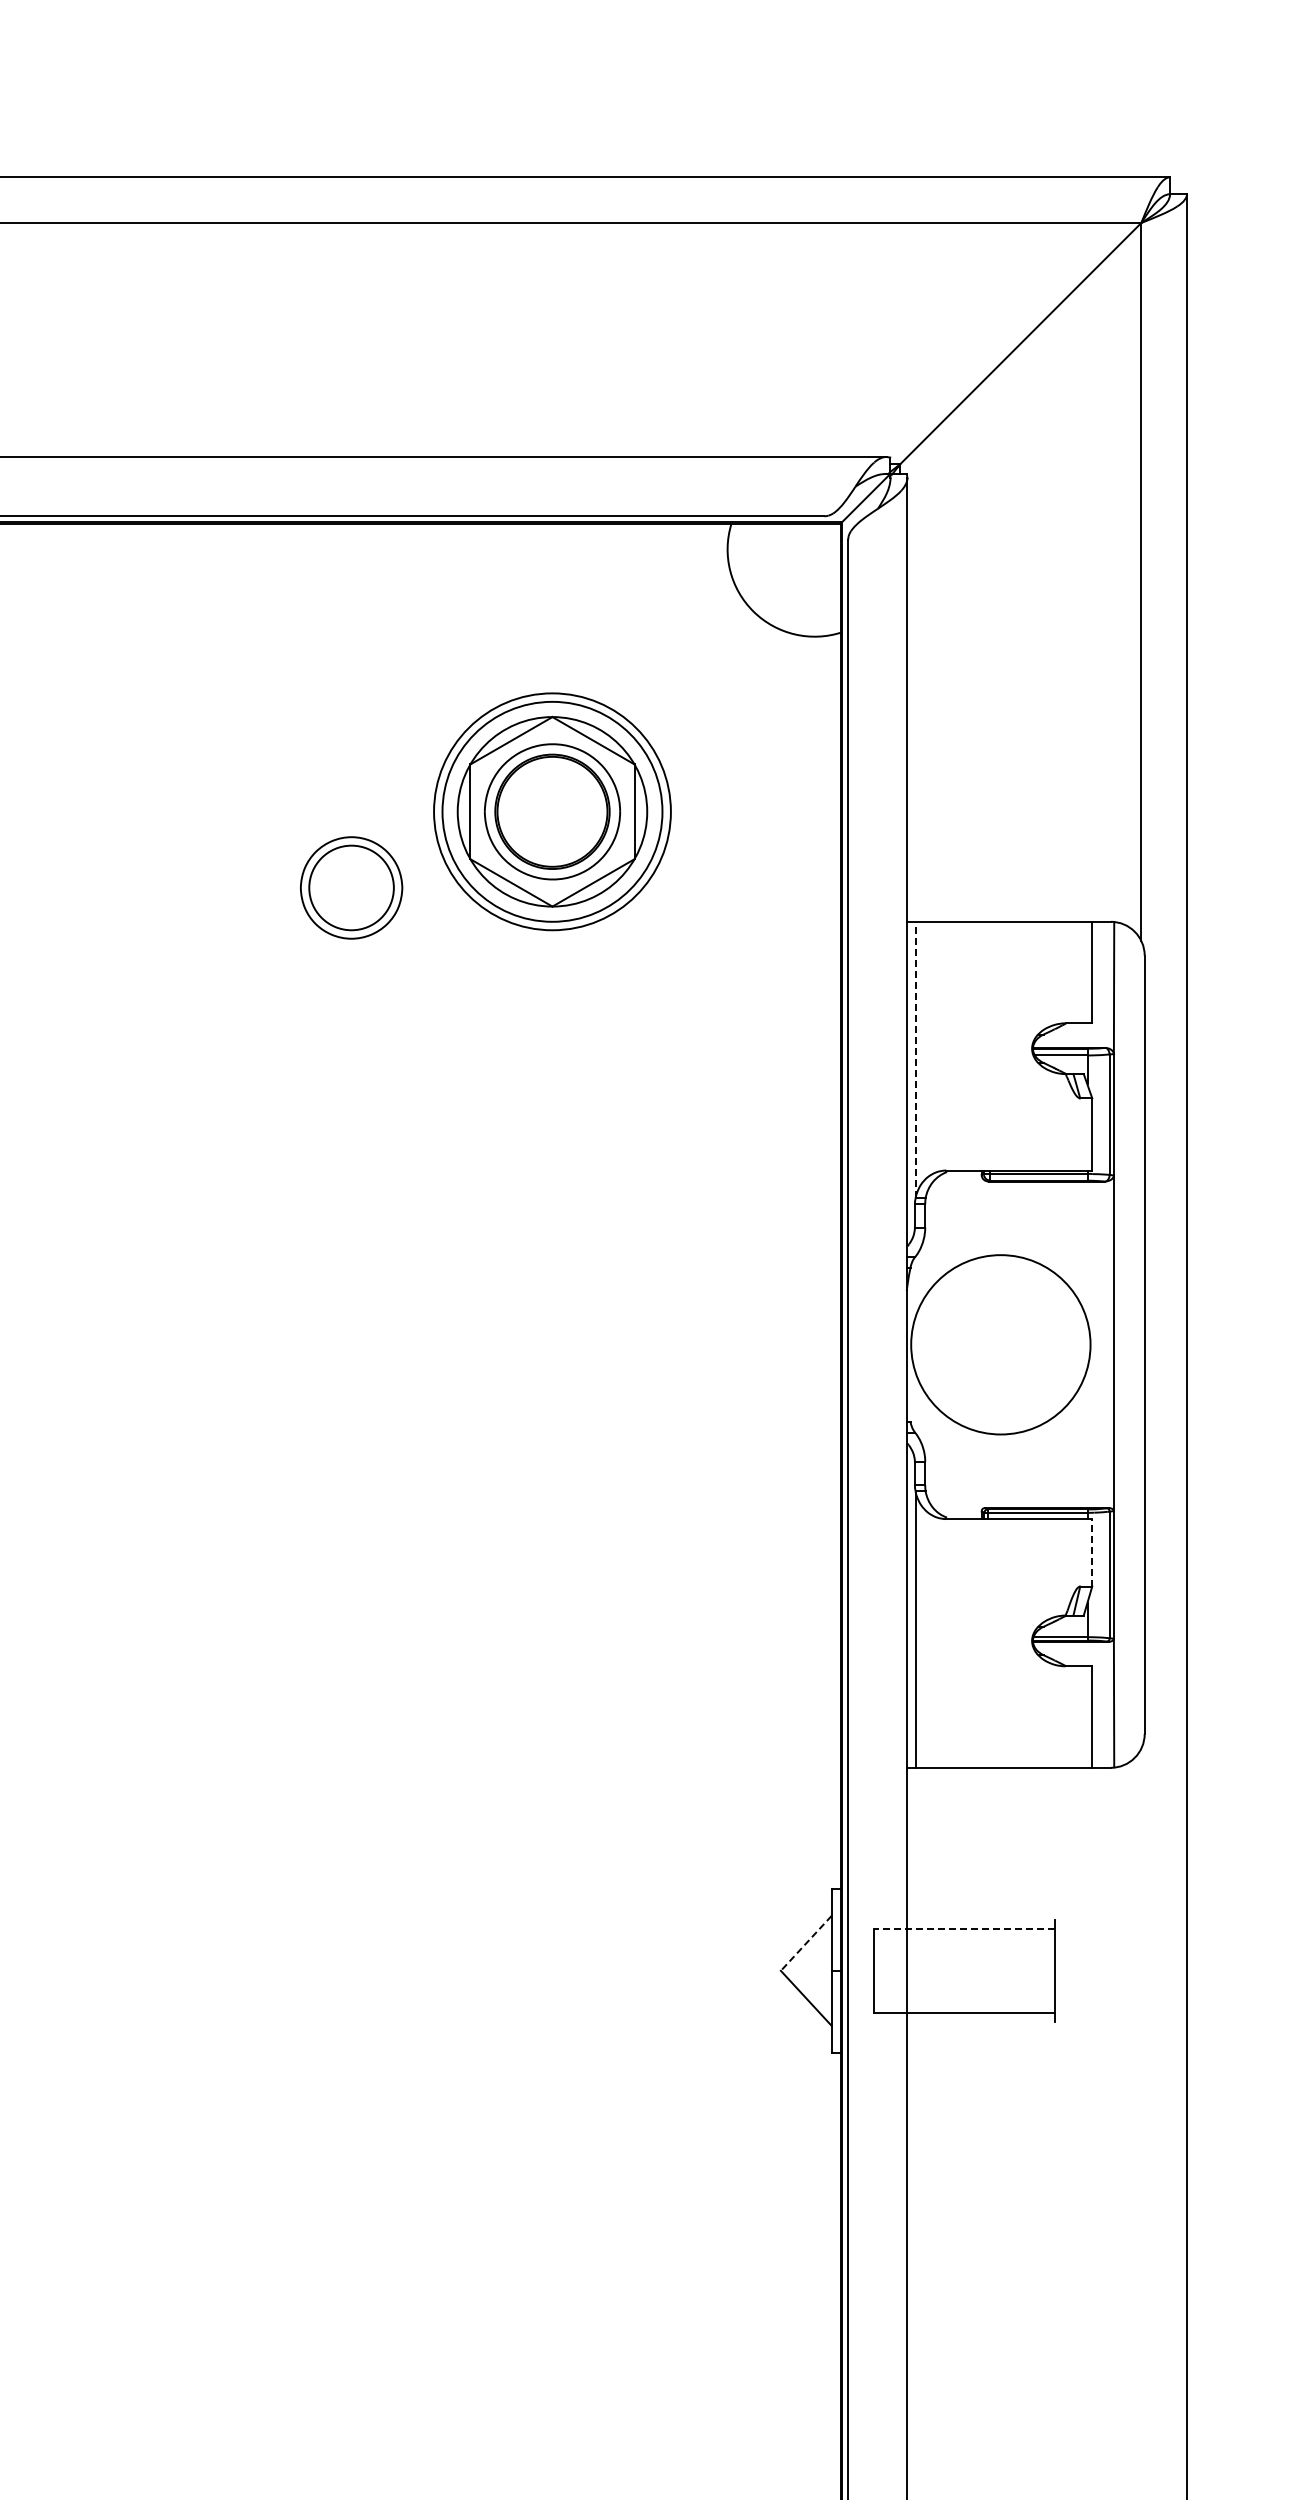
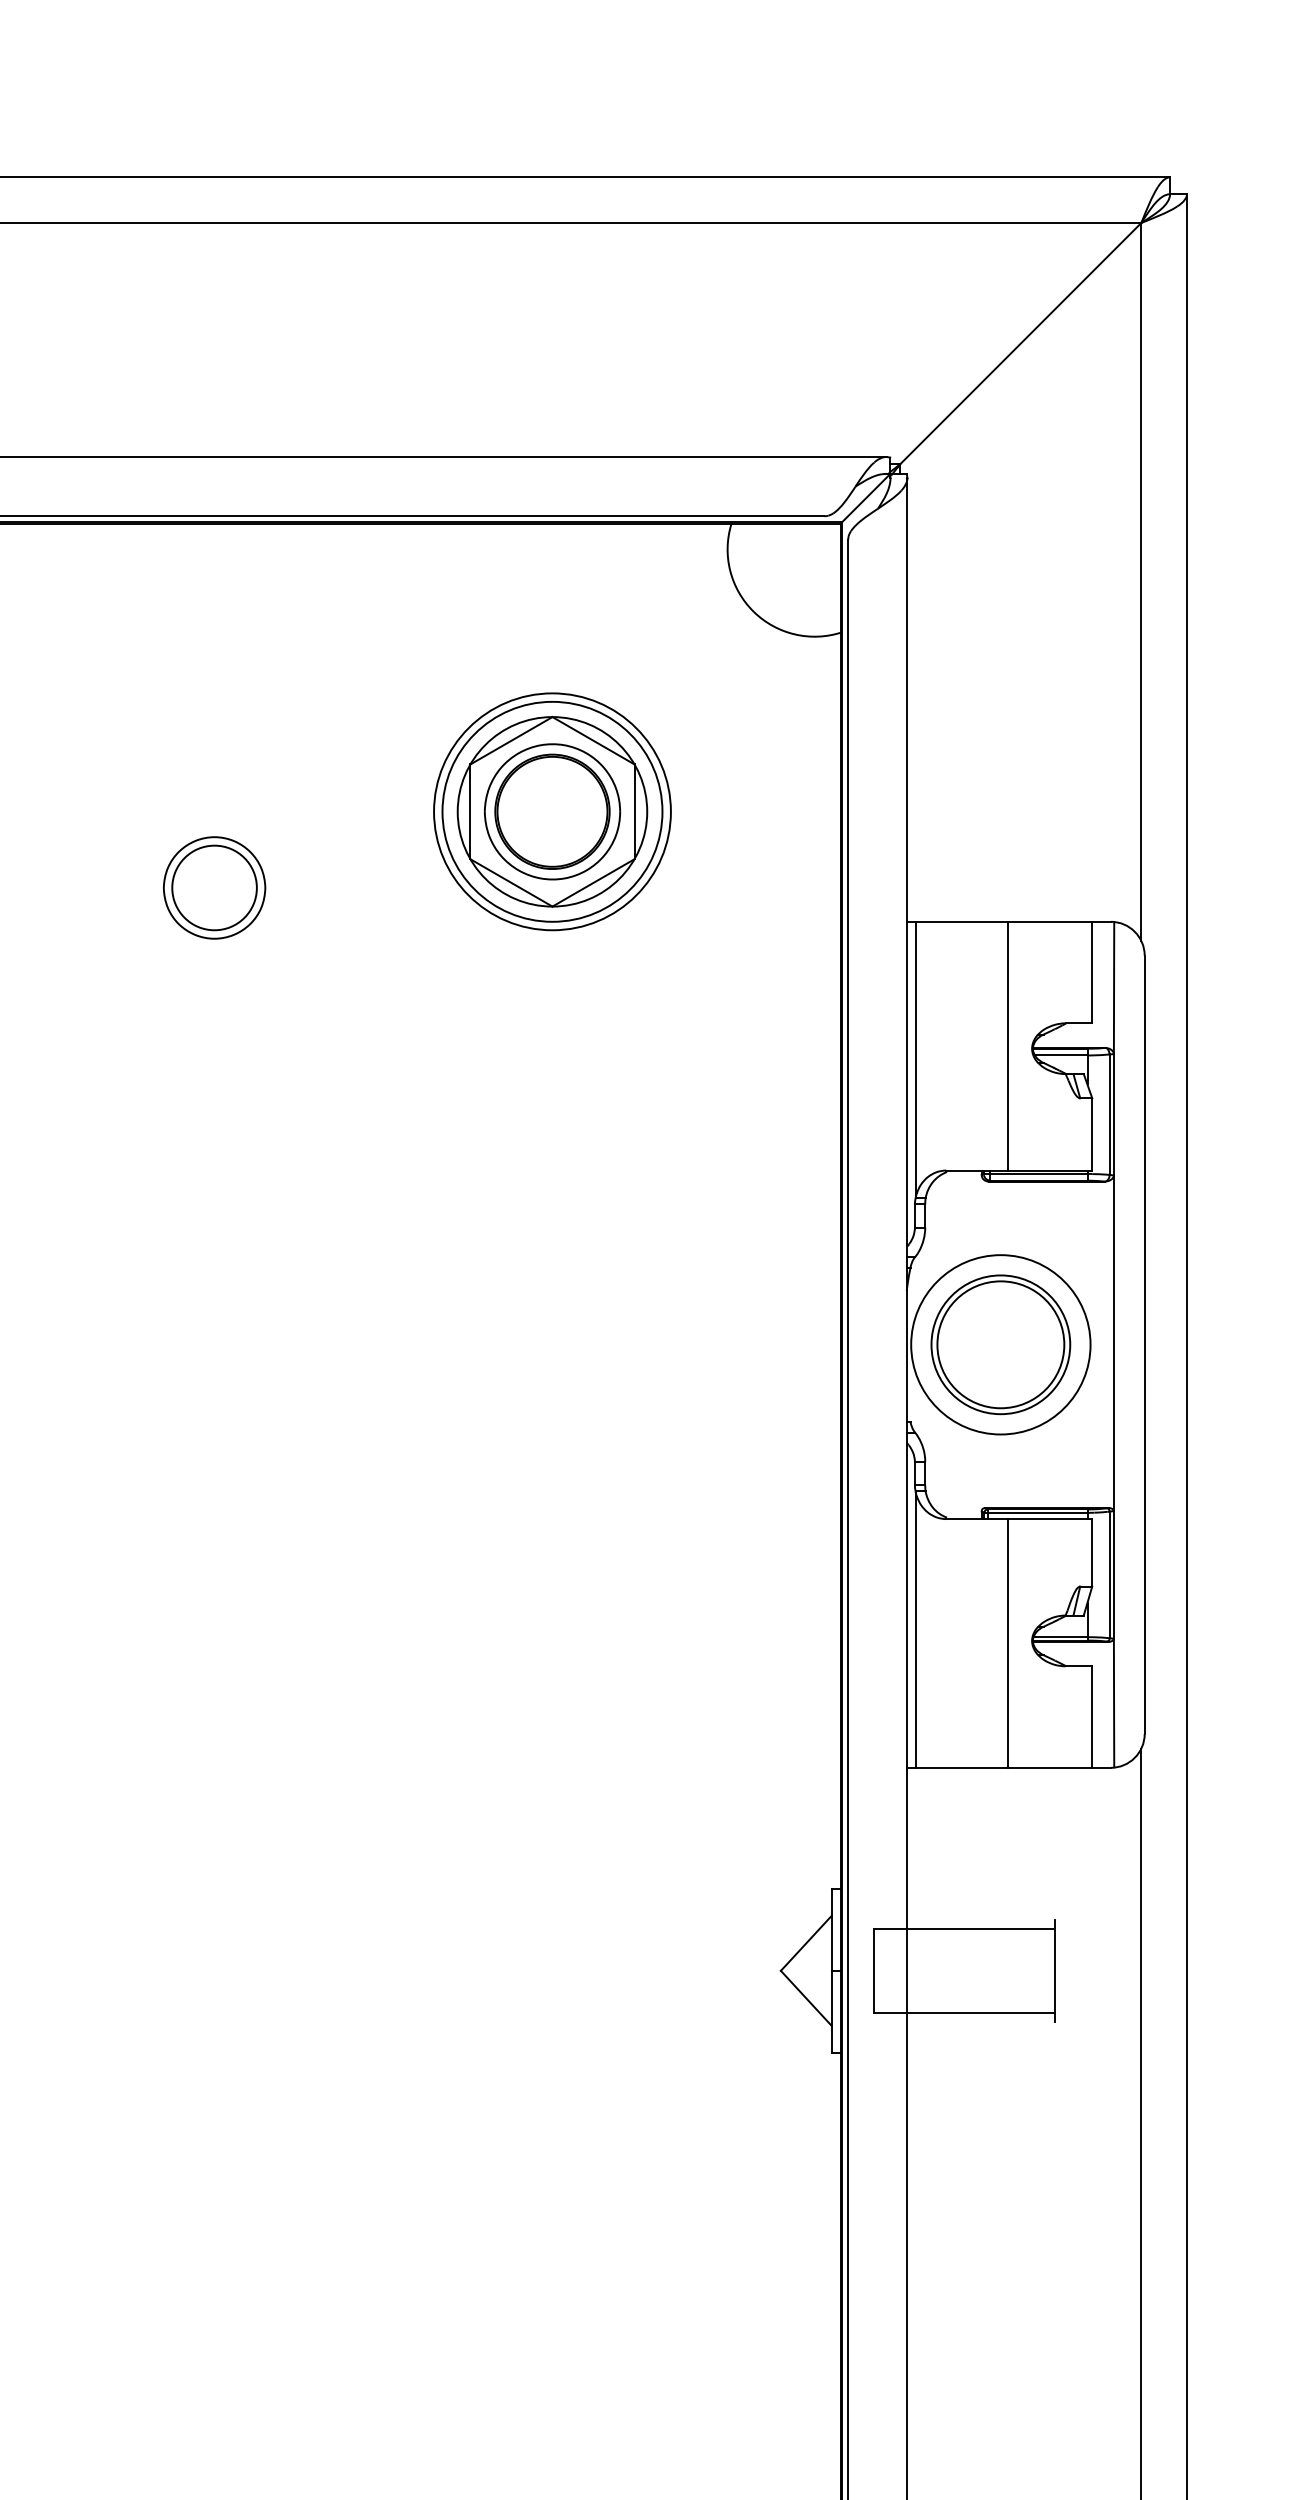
part at (351, 887) position: (351, 887) -> (214, 887)
line at (1007, 1045): none -> present
line at (915, 1059): dashed -> solid
part at (1000, 1344): none -> present
line at (1092, 1552): dashed -> solid
line at (1007, 1643): none -> present
line at (964, 1928): dashed -> solid
line at (805, 1943): dashed -> solid
line at (1141, 2122): none -> present
